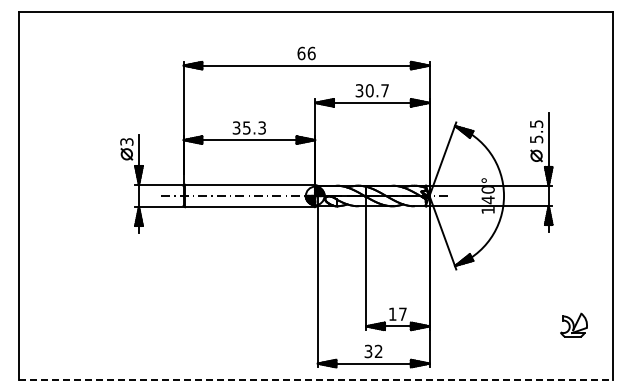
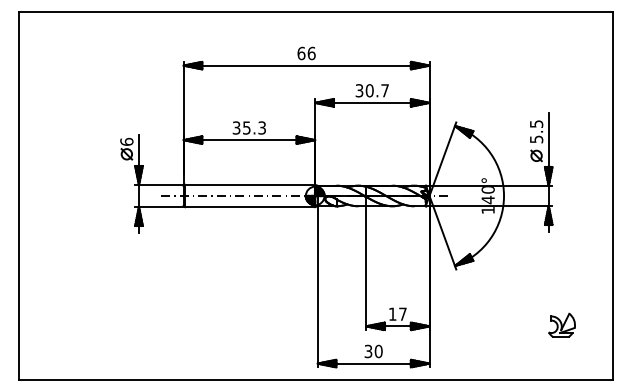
text at (126, 141): 3 -> 6
part at (573, 324) position: (573, 324) -> (561, 324)
text at (378, 351): 32 -> 30
line at (316, 380): dashed -> solid
